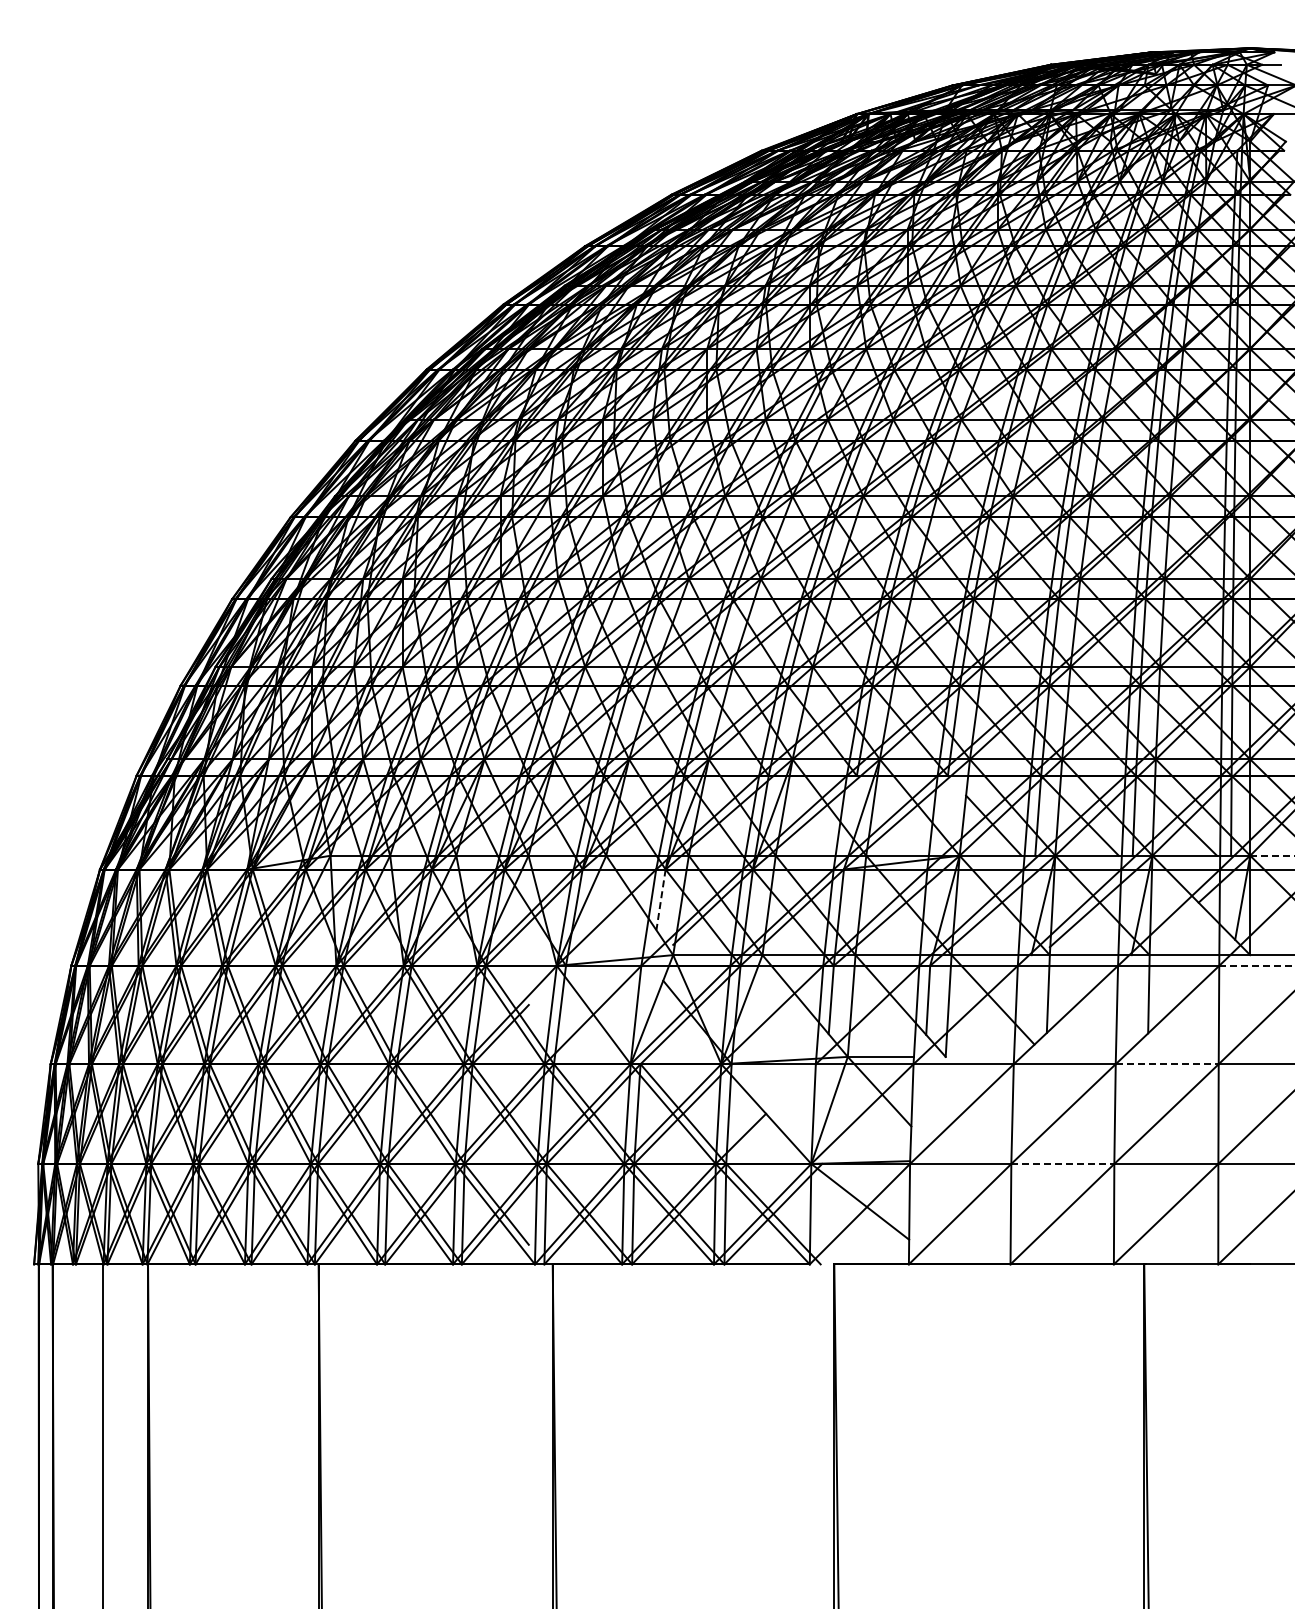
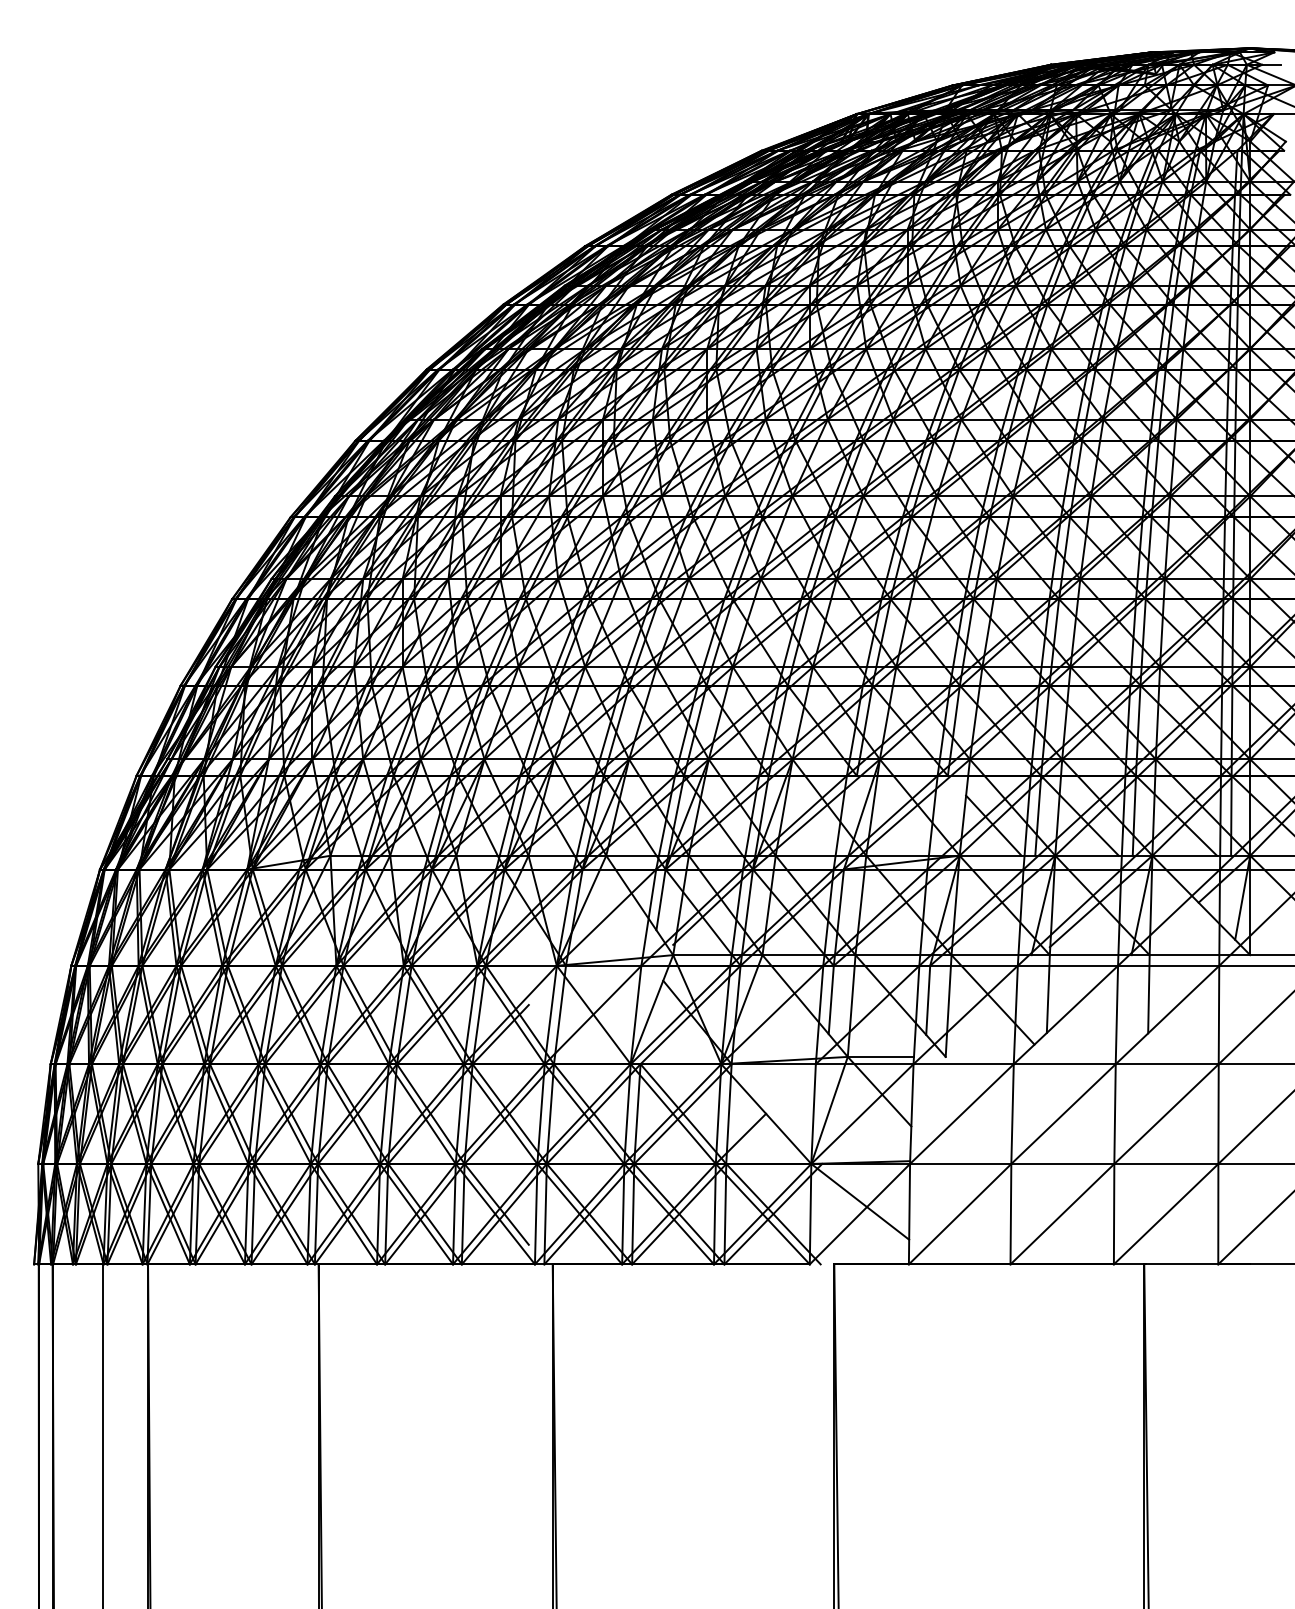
line at (1272, 855): dashed -> solid
line at (661, 899): dashed -> solid
line at (1257, 965): dashed -> solid
line at (1167, 1064): dashed -> solid
line at (1062, 1163): dashed -> solid
